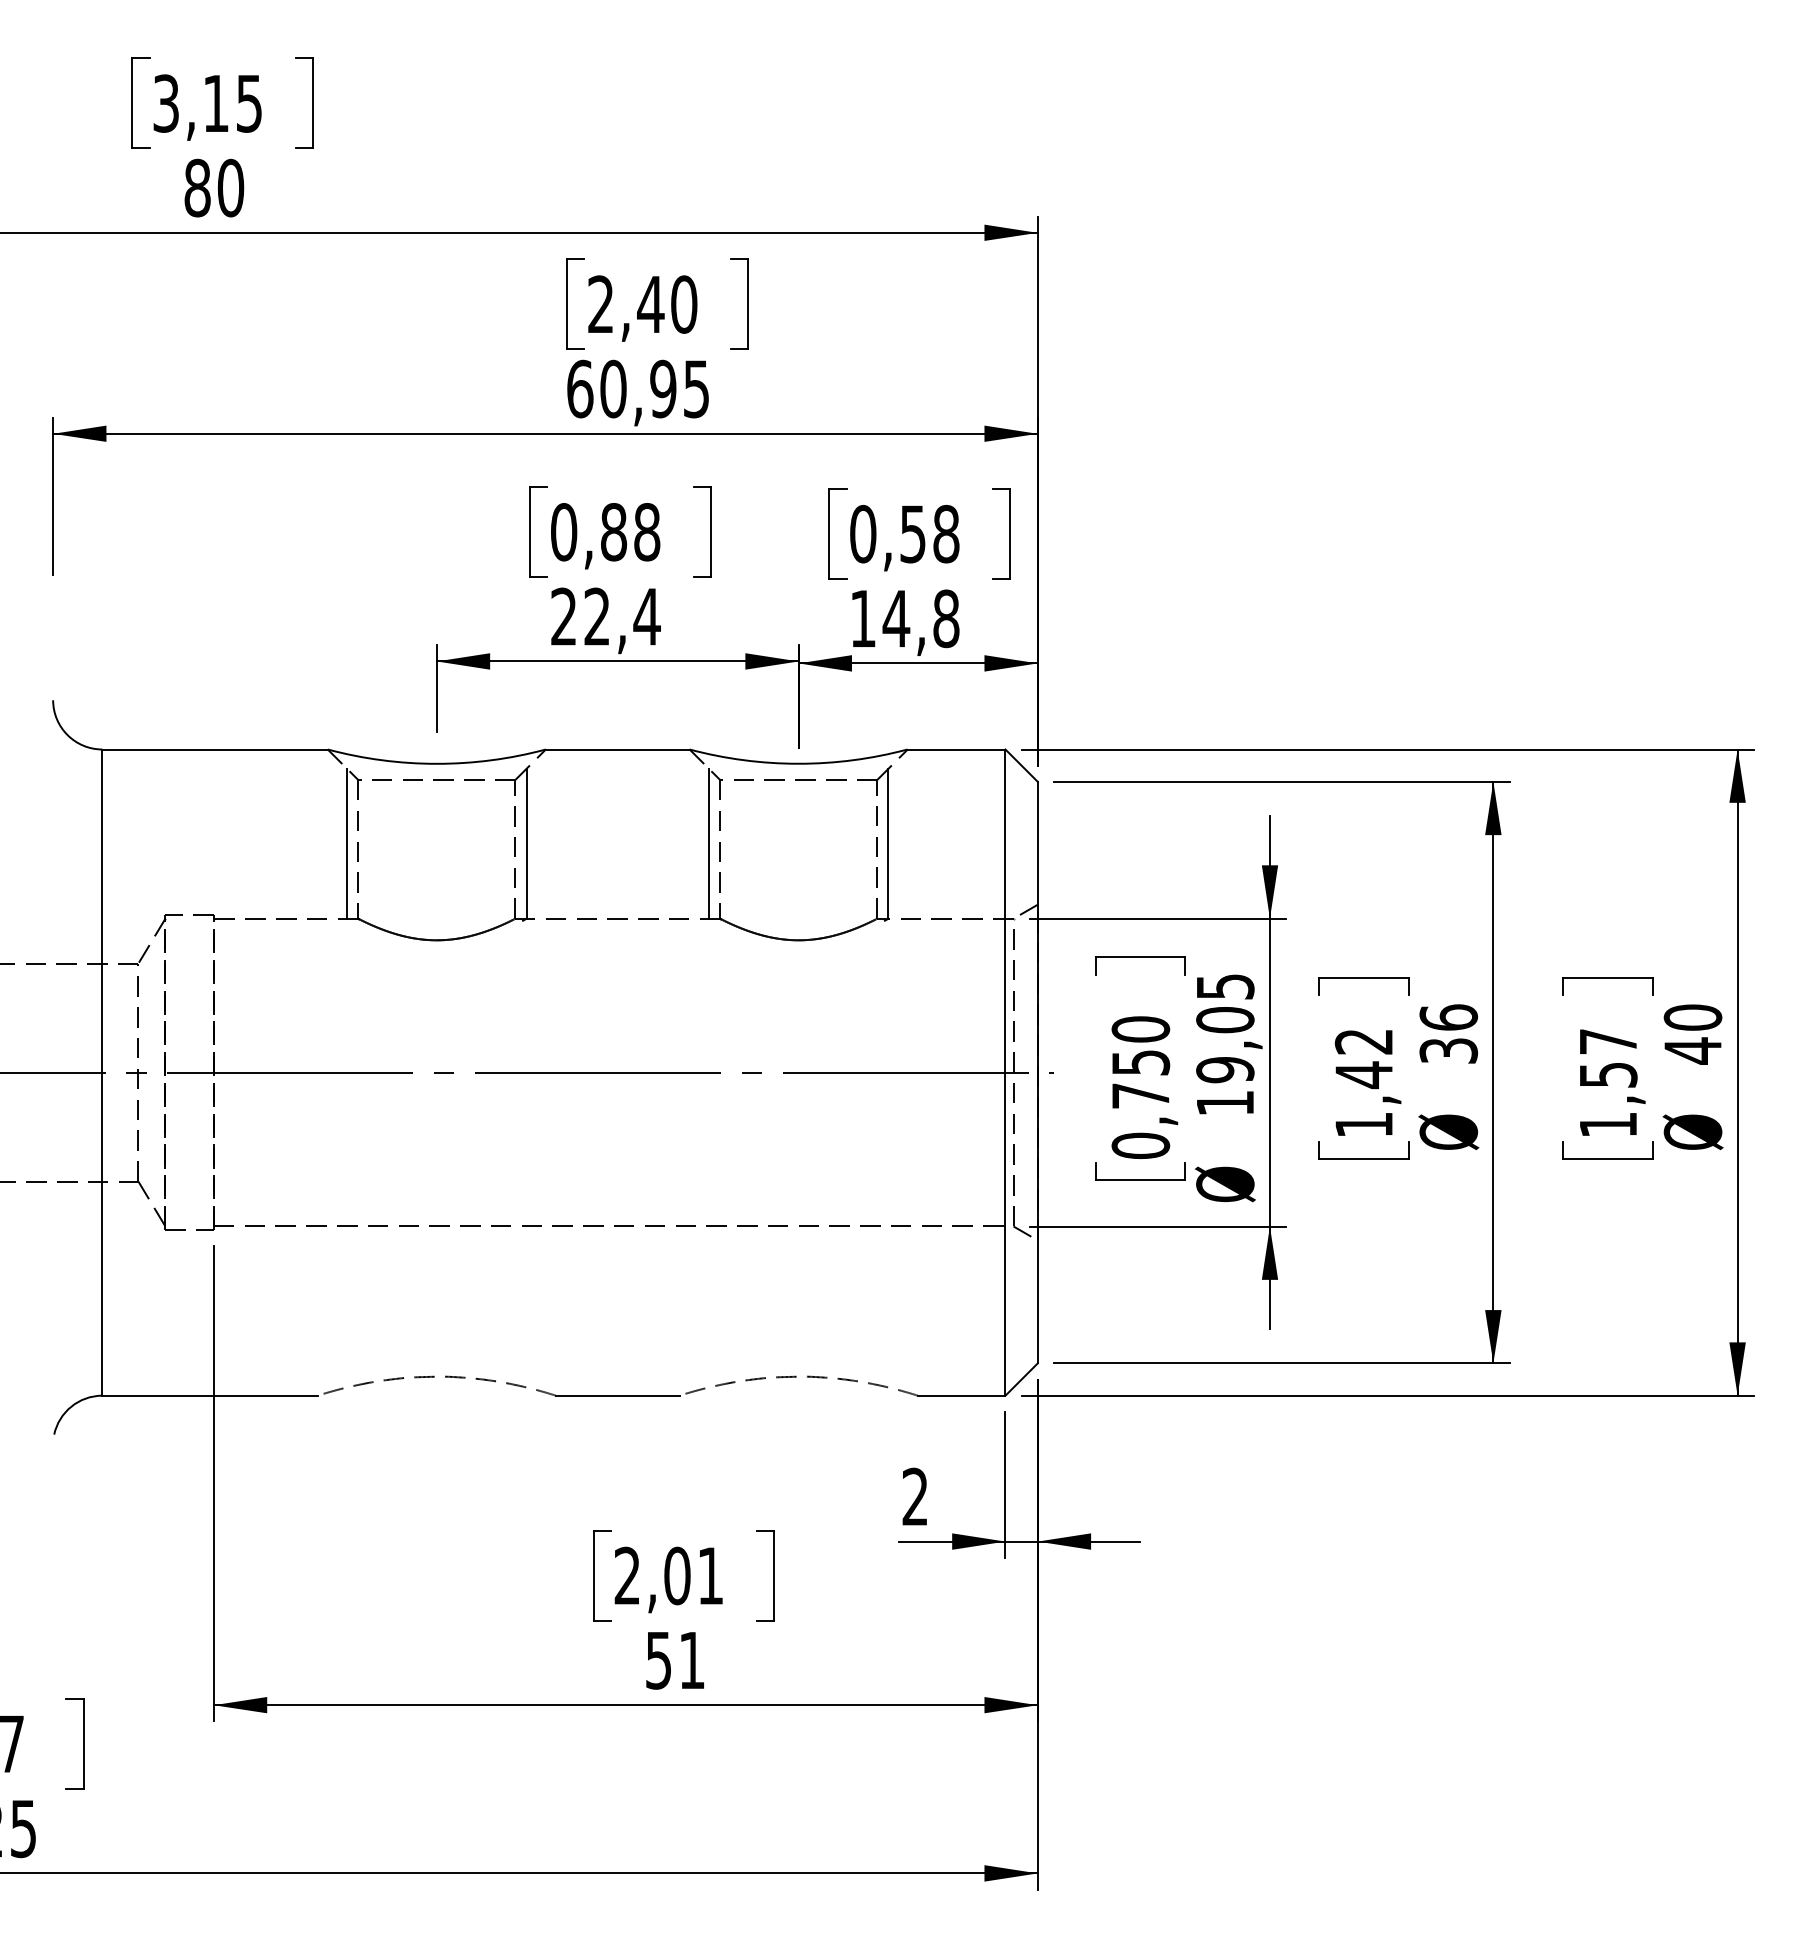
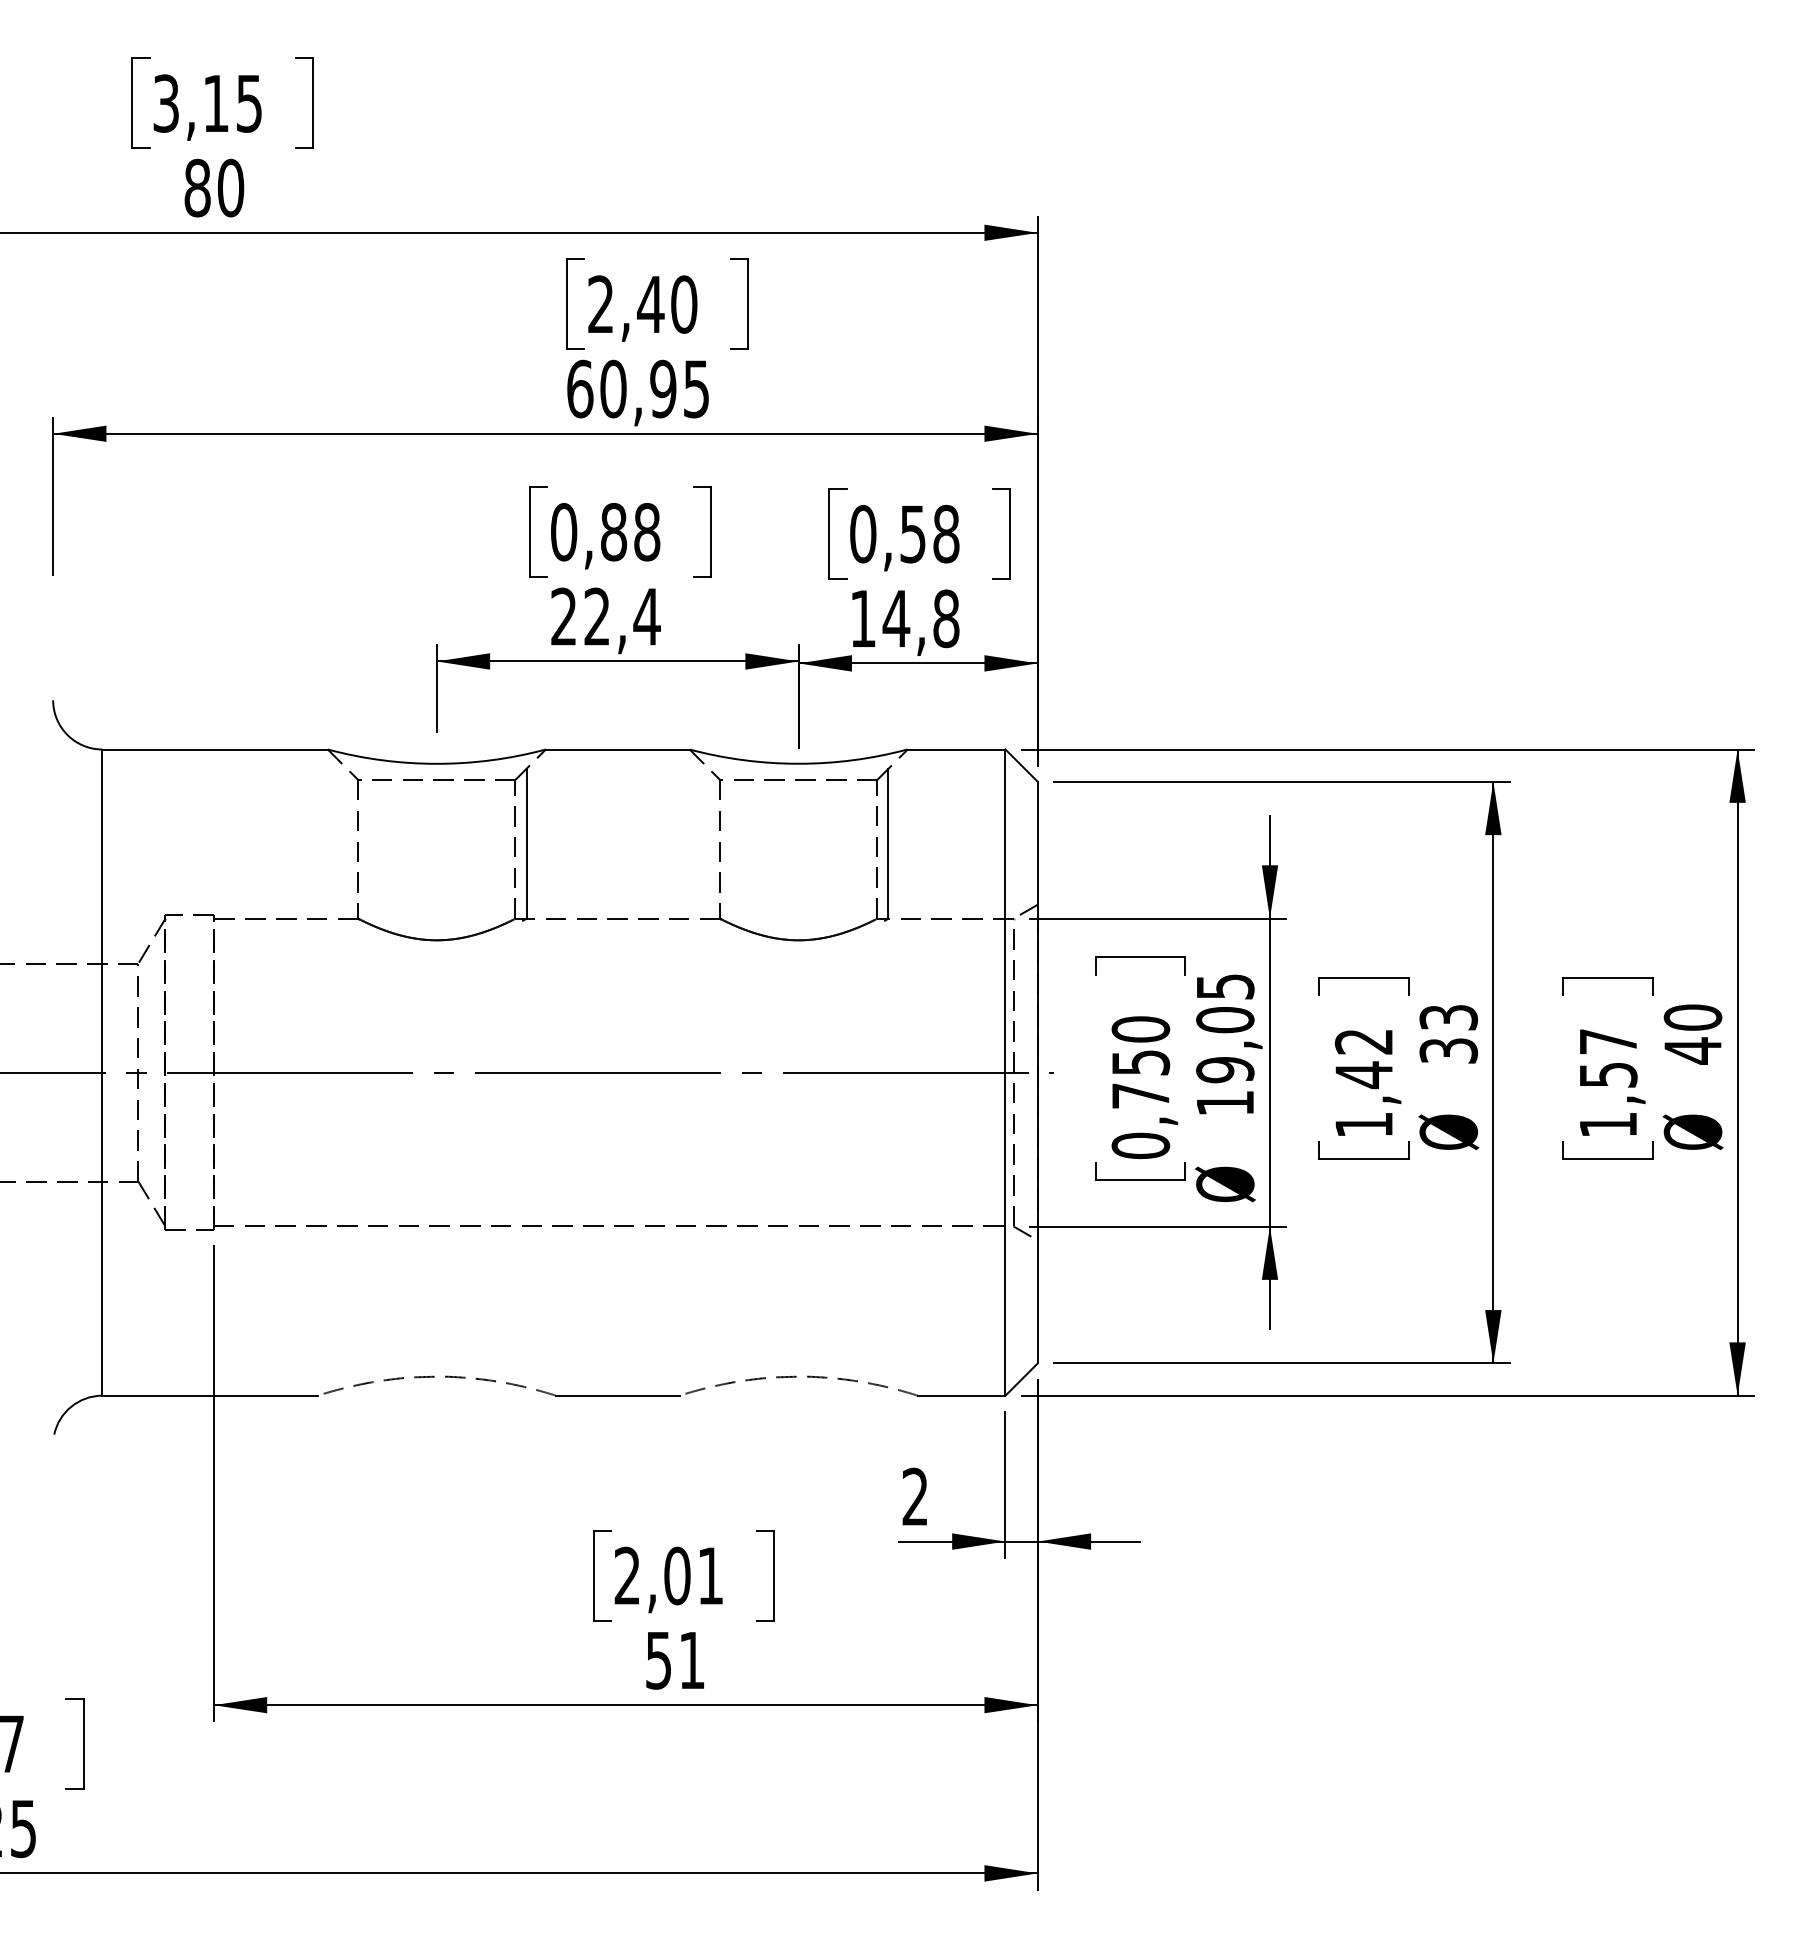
line at (347, 843): present -> none
line at (708, 843): present -> none
text at (1448, 1017): 36 -> 33
